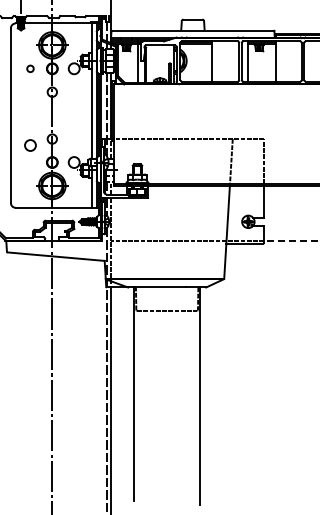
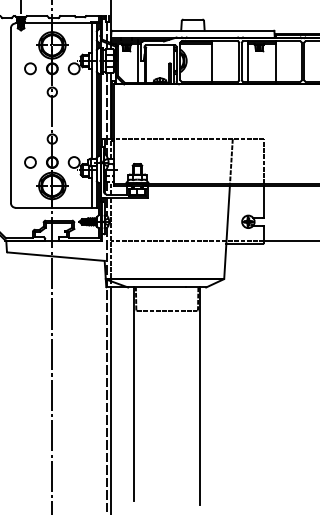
circle at (30, 68) size: 9x9 px -> 13x14 px
circle at (30, 145) position: (30, 145) -> (30, 162)
line at (291, 240): dashed -> solid
